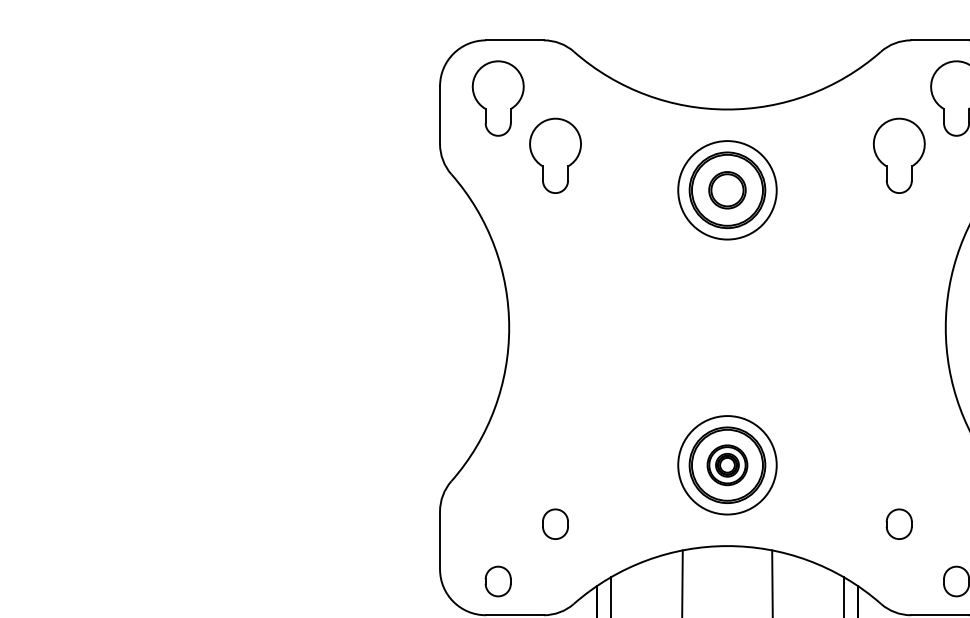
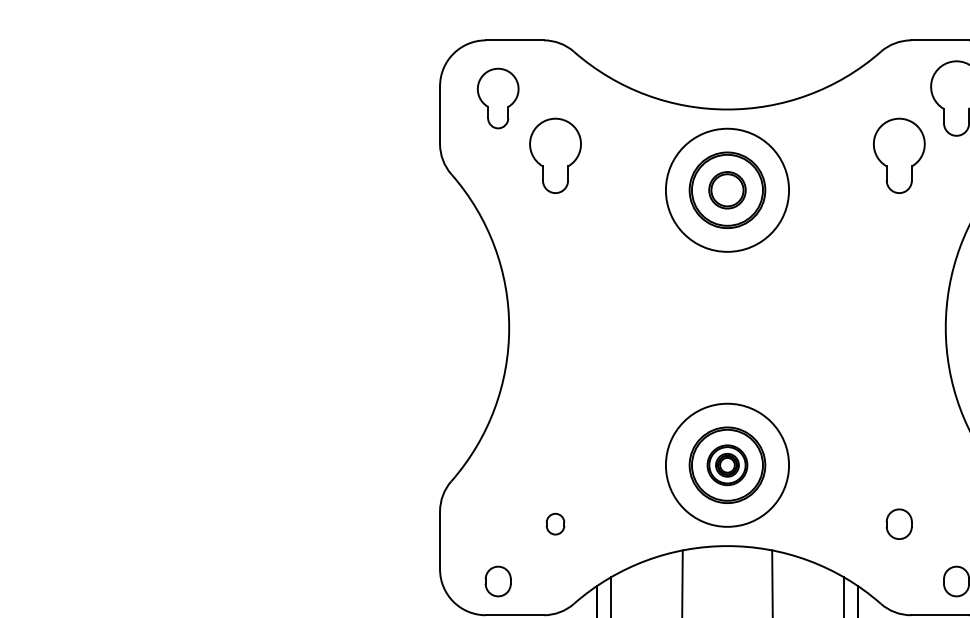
part at (497, 98) size: 54x77 px -> 44x63 px
circle at (727, 190) diameter: 98 px -> 123 px
circle at (727, 465) diameter: 98 px -> 123 px
part at (555, 523) size: 27x32 px -> 21x24 px
